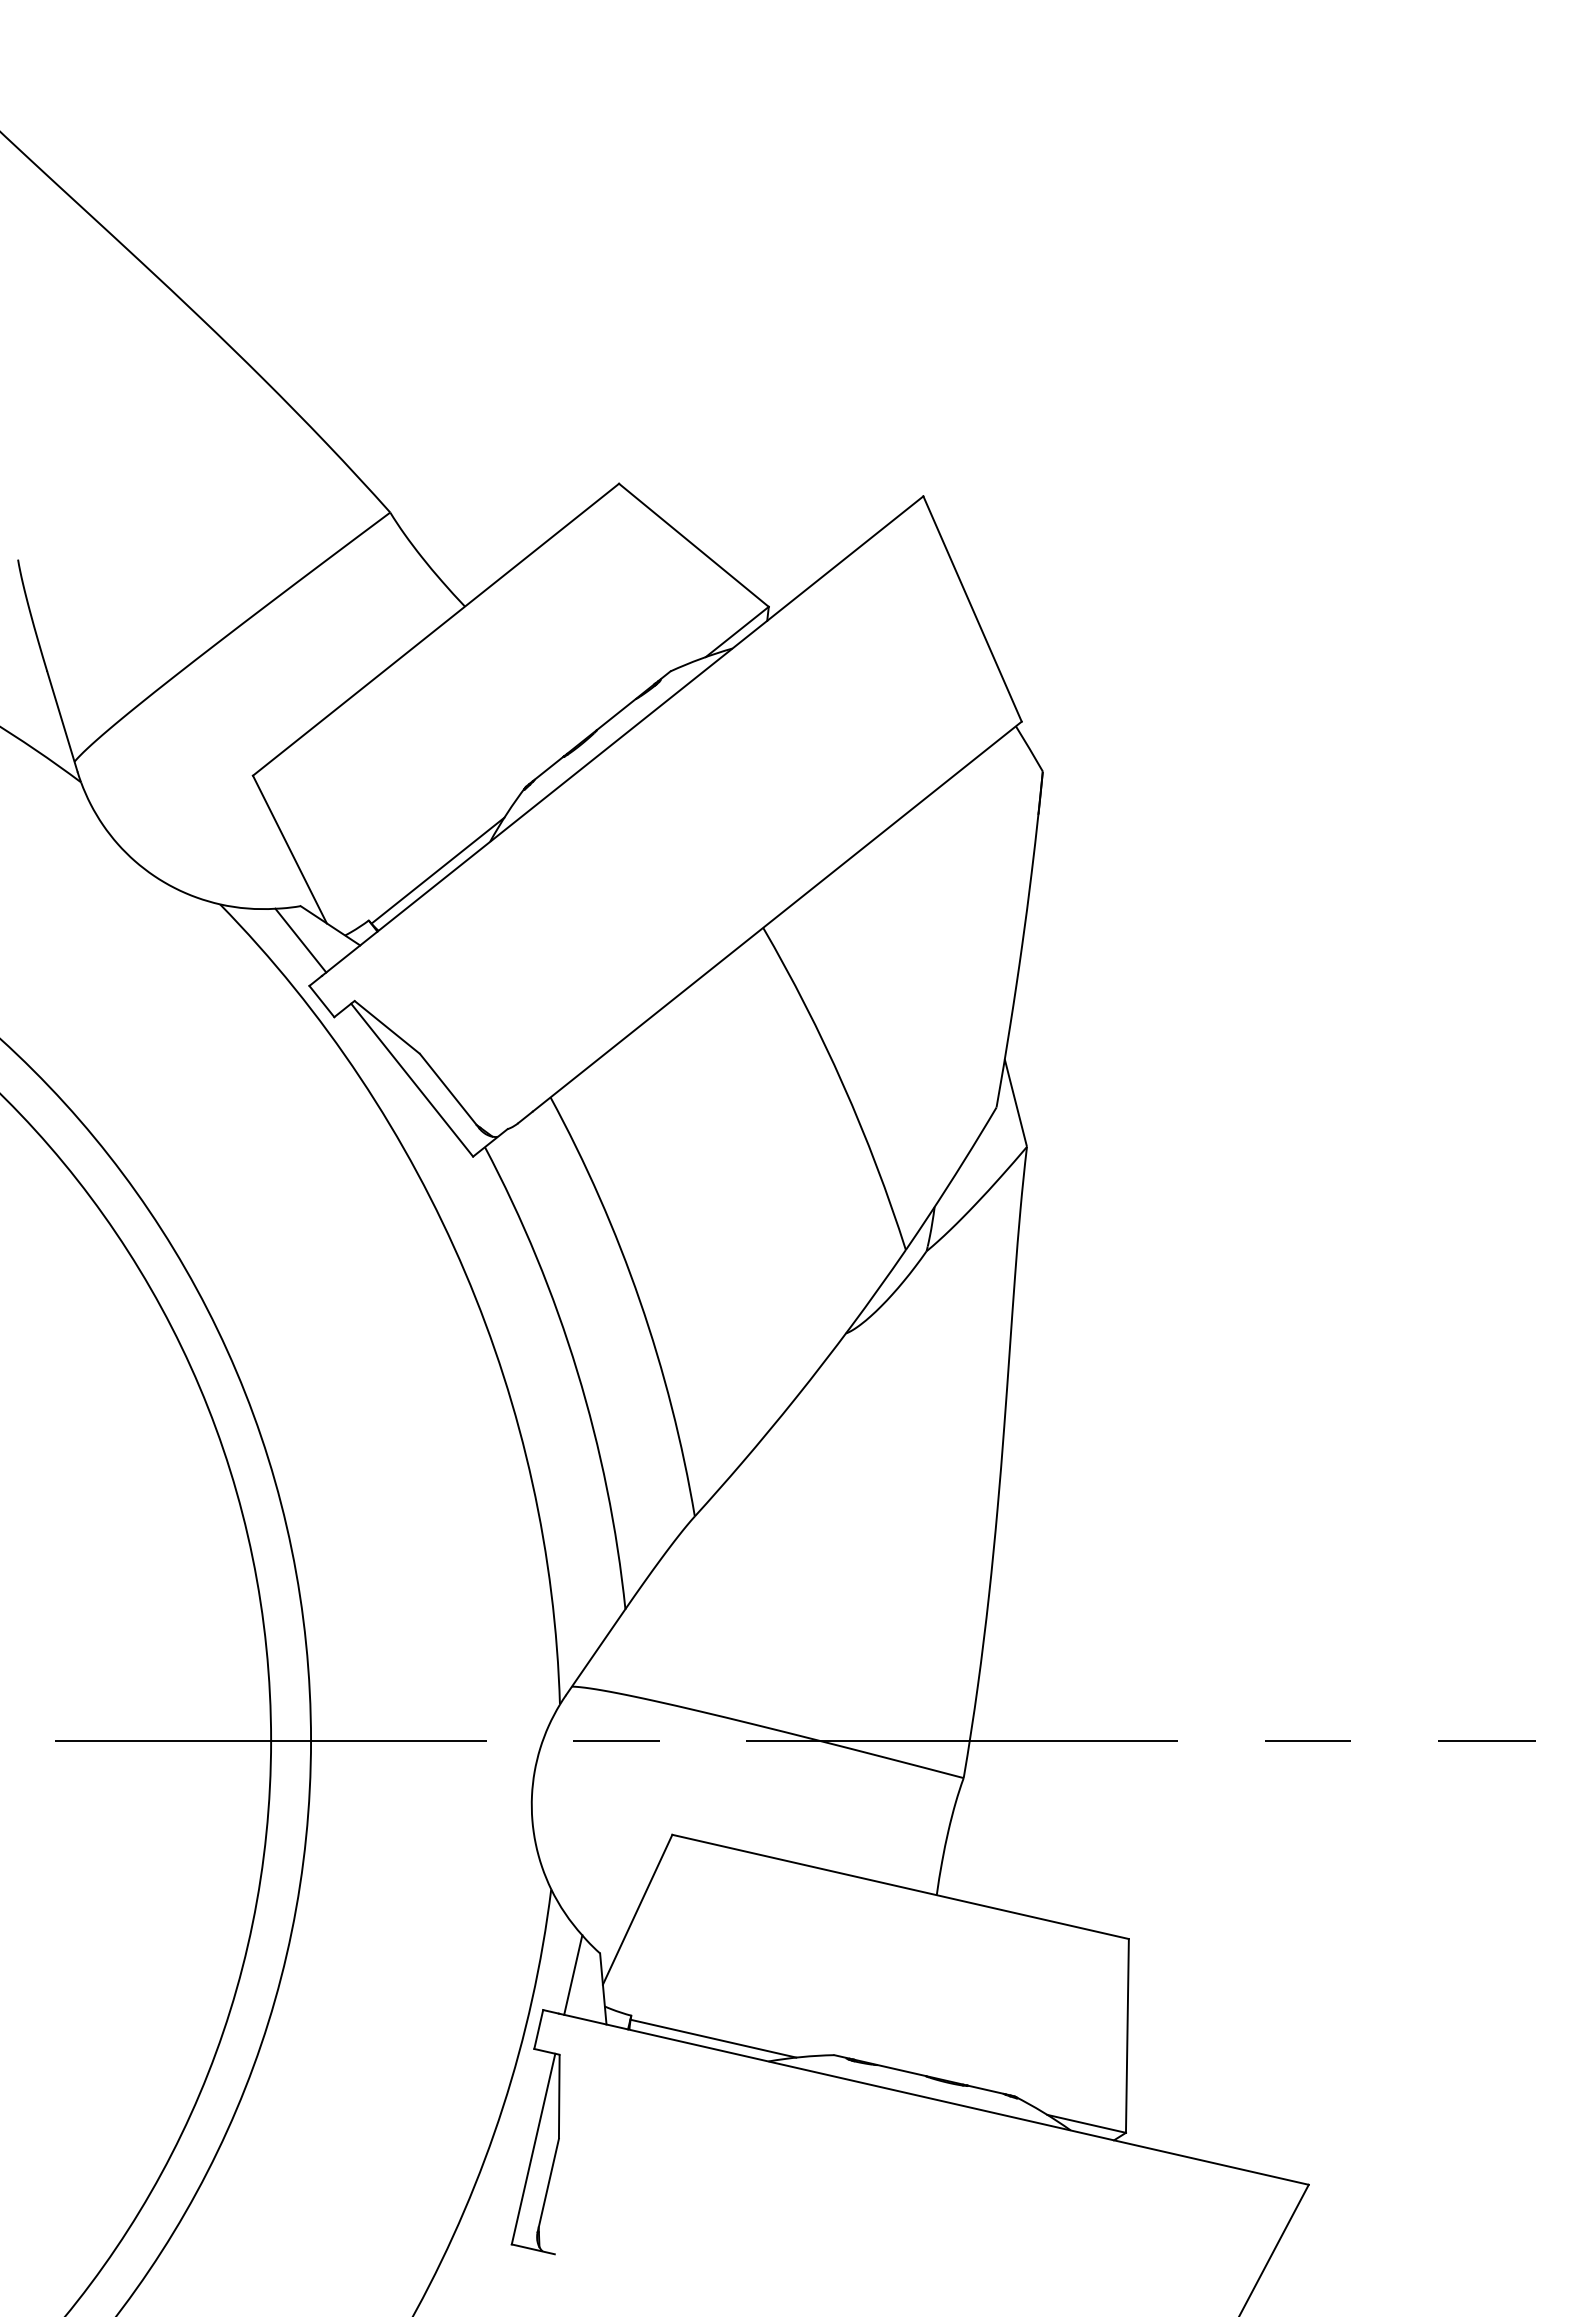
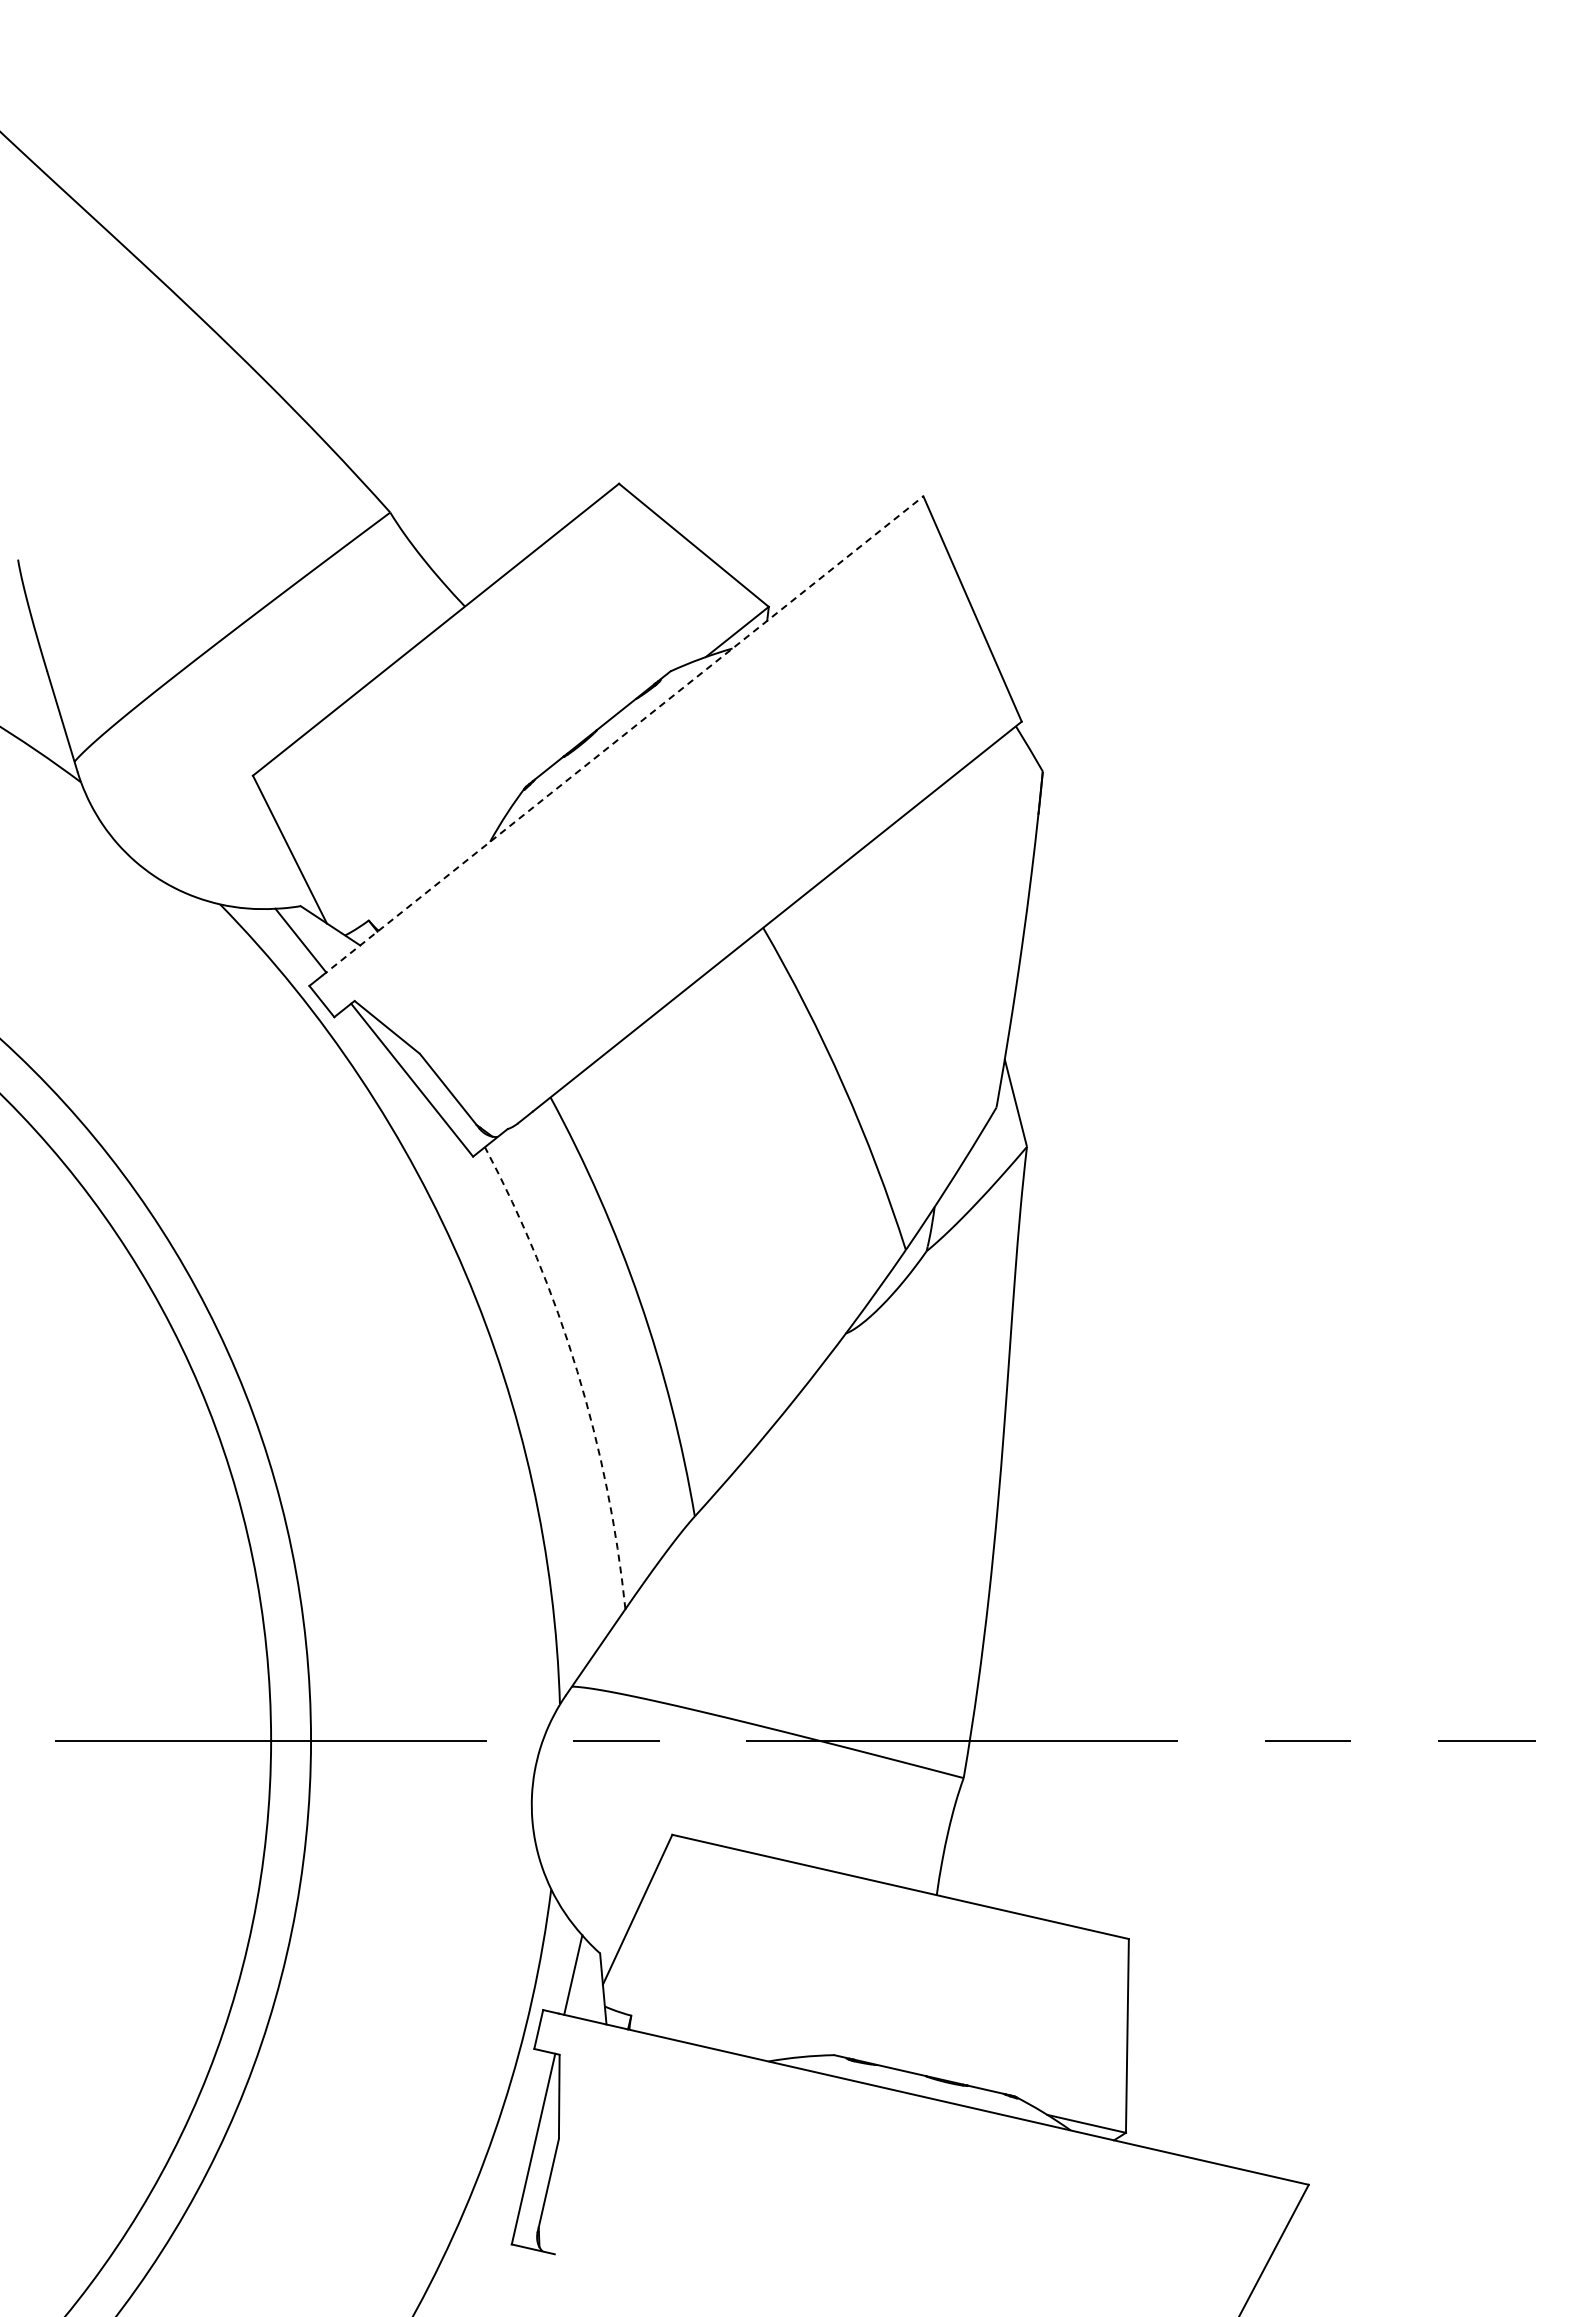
line at (622, 736): solid -> dashed
line at (437, 870): present -> none
arc at (577, 1371): solid -> dashed
line at (713, 2038): present -> none
